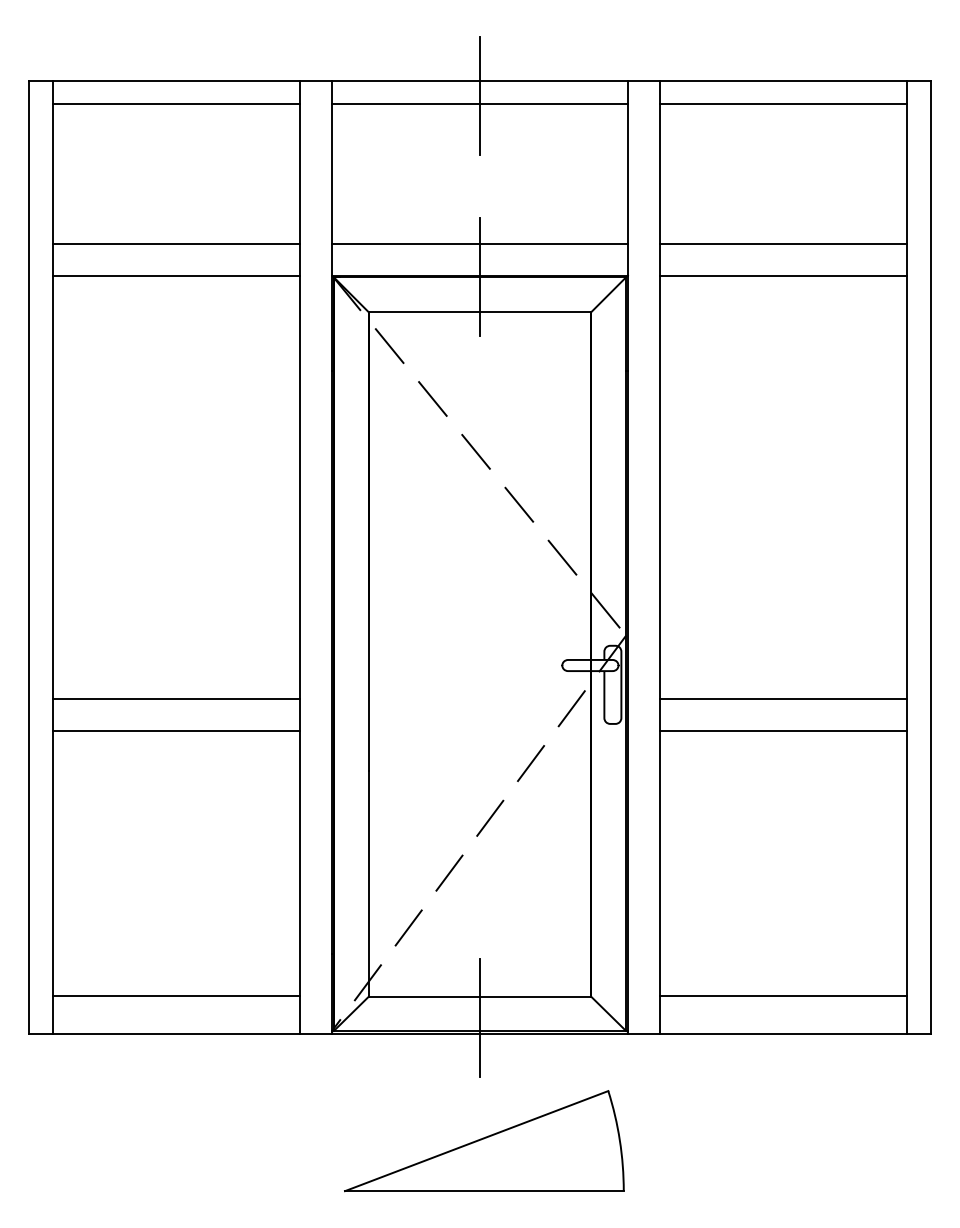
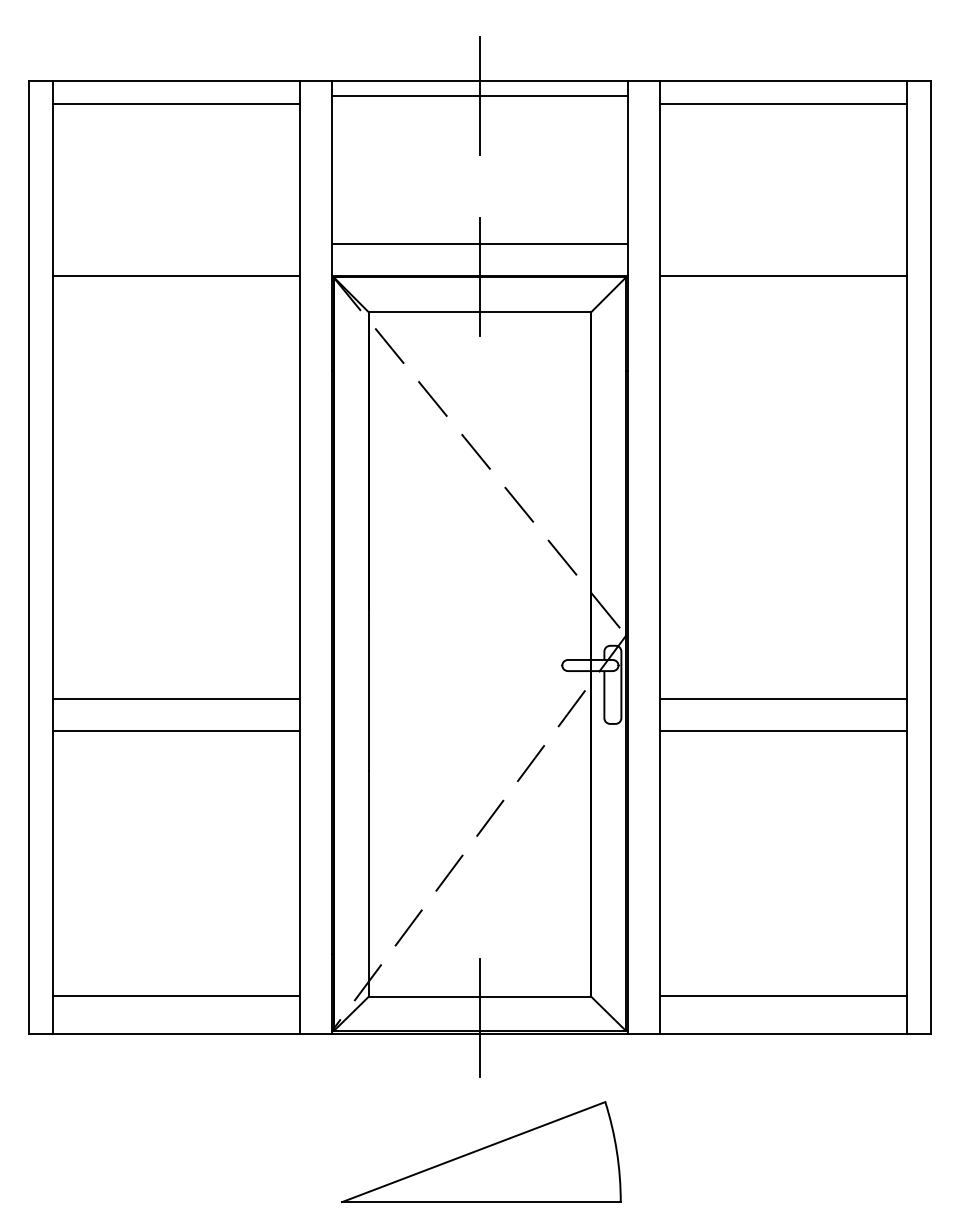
line at (479, 104) position: (479, 104) -> (479, 96)
line at (176, 243): present -> none
line at (783, 243): present -> none
part at (484, 1141) position: (484, 1141) -> (481, 1152)
